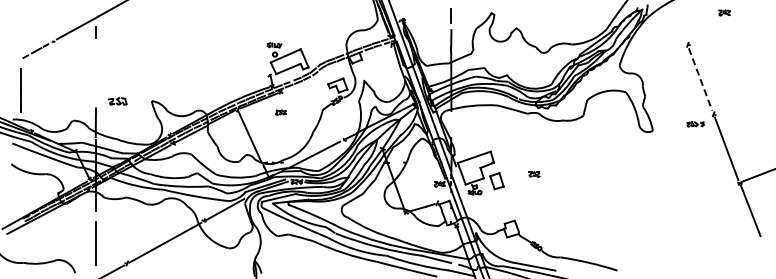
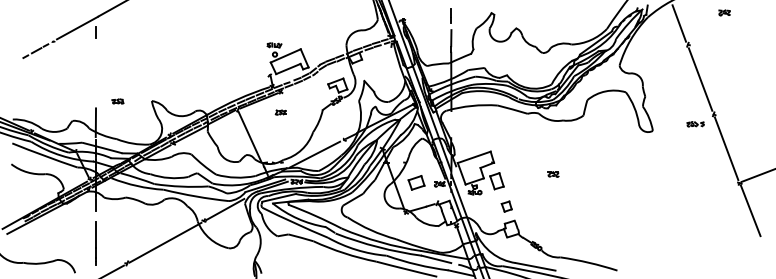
line at (679, 23): none -> present
line at (700, 80): dashed -> solid
line at (20, 90): present -> none
part at (117, 101) size: 20x9 px -> 14x7 px
part at (534, 174) position: (534, 174) -> (553, 174)
part at (416, 182): none -> present
part at (506, 206): none -> present
